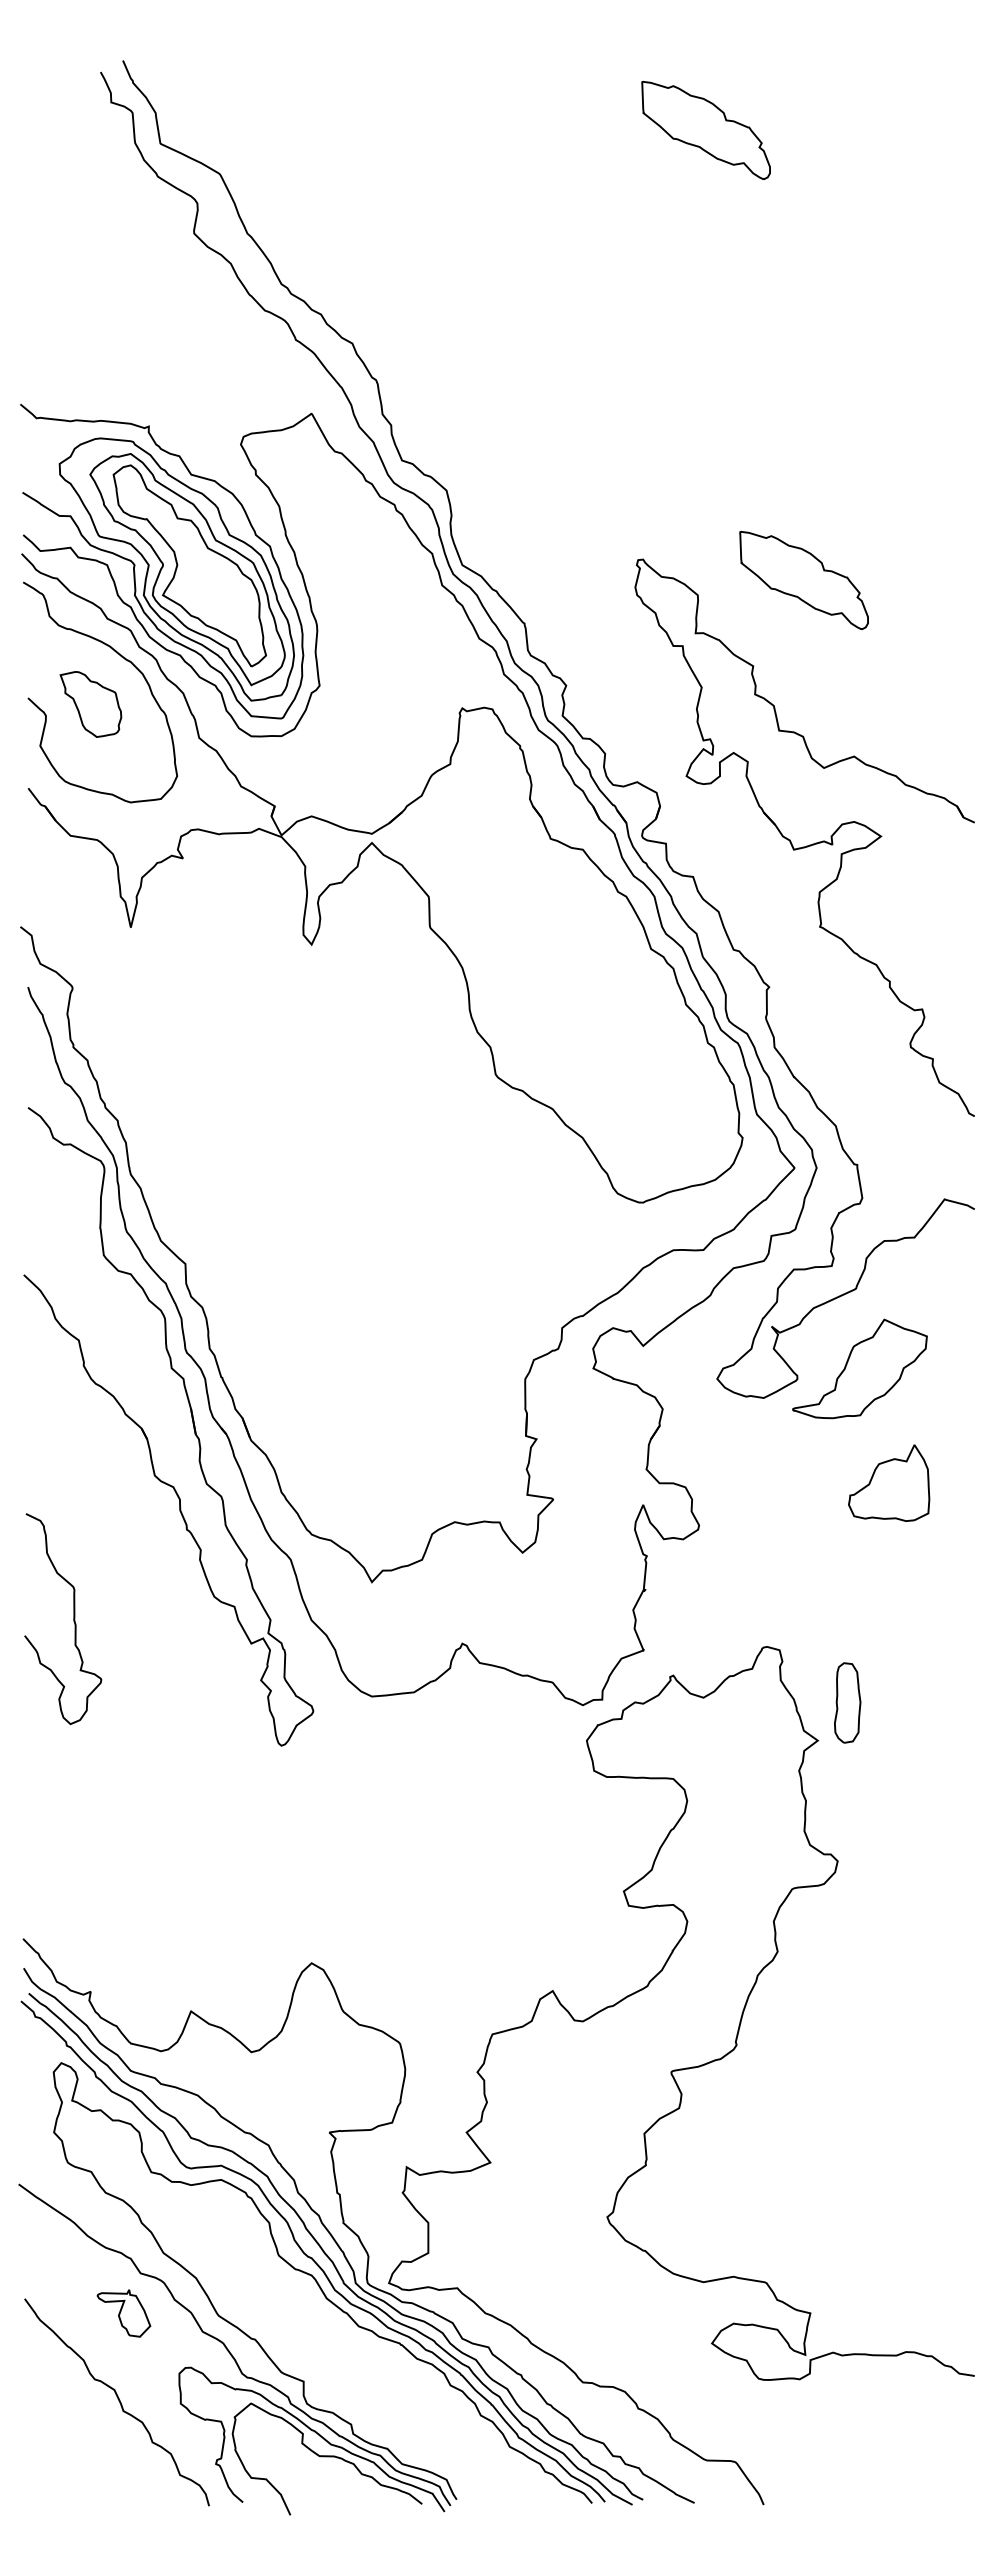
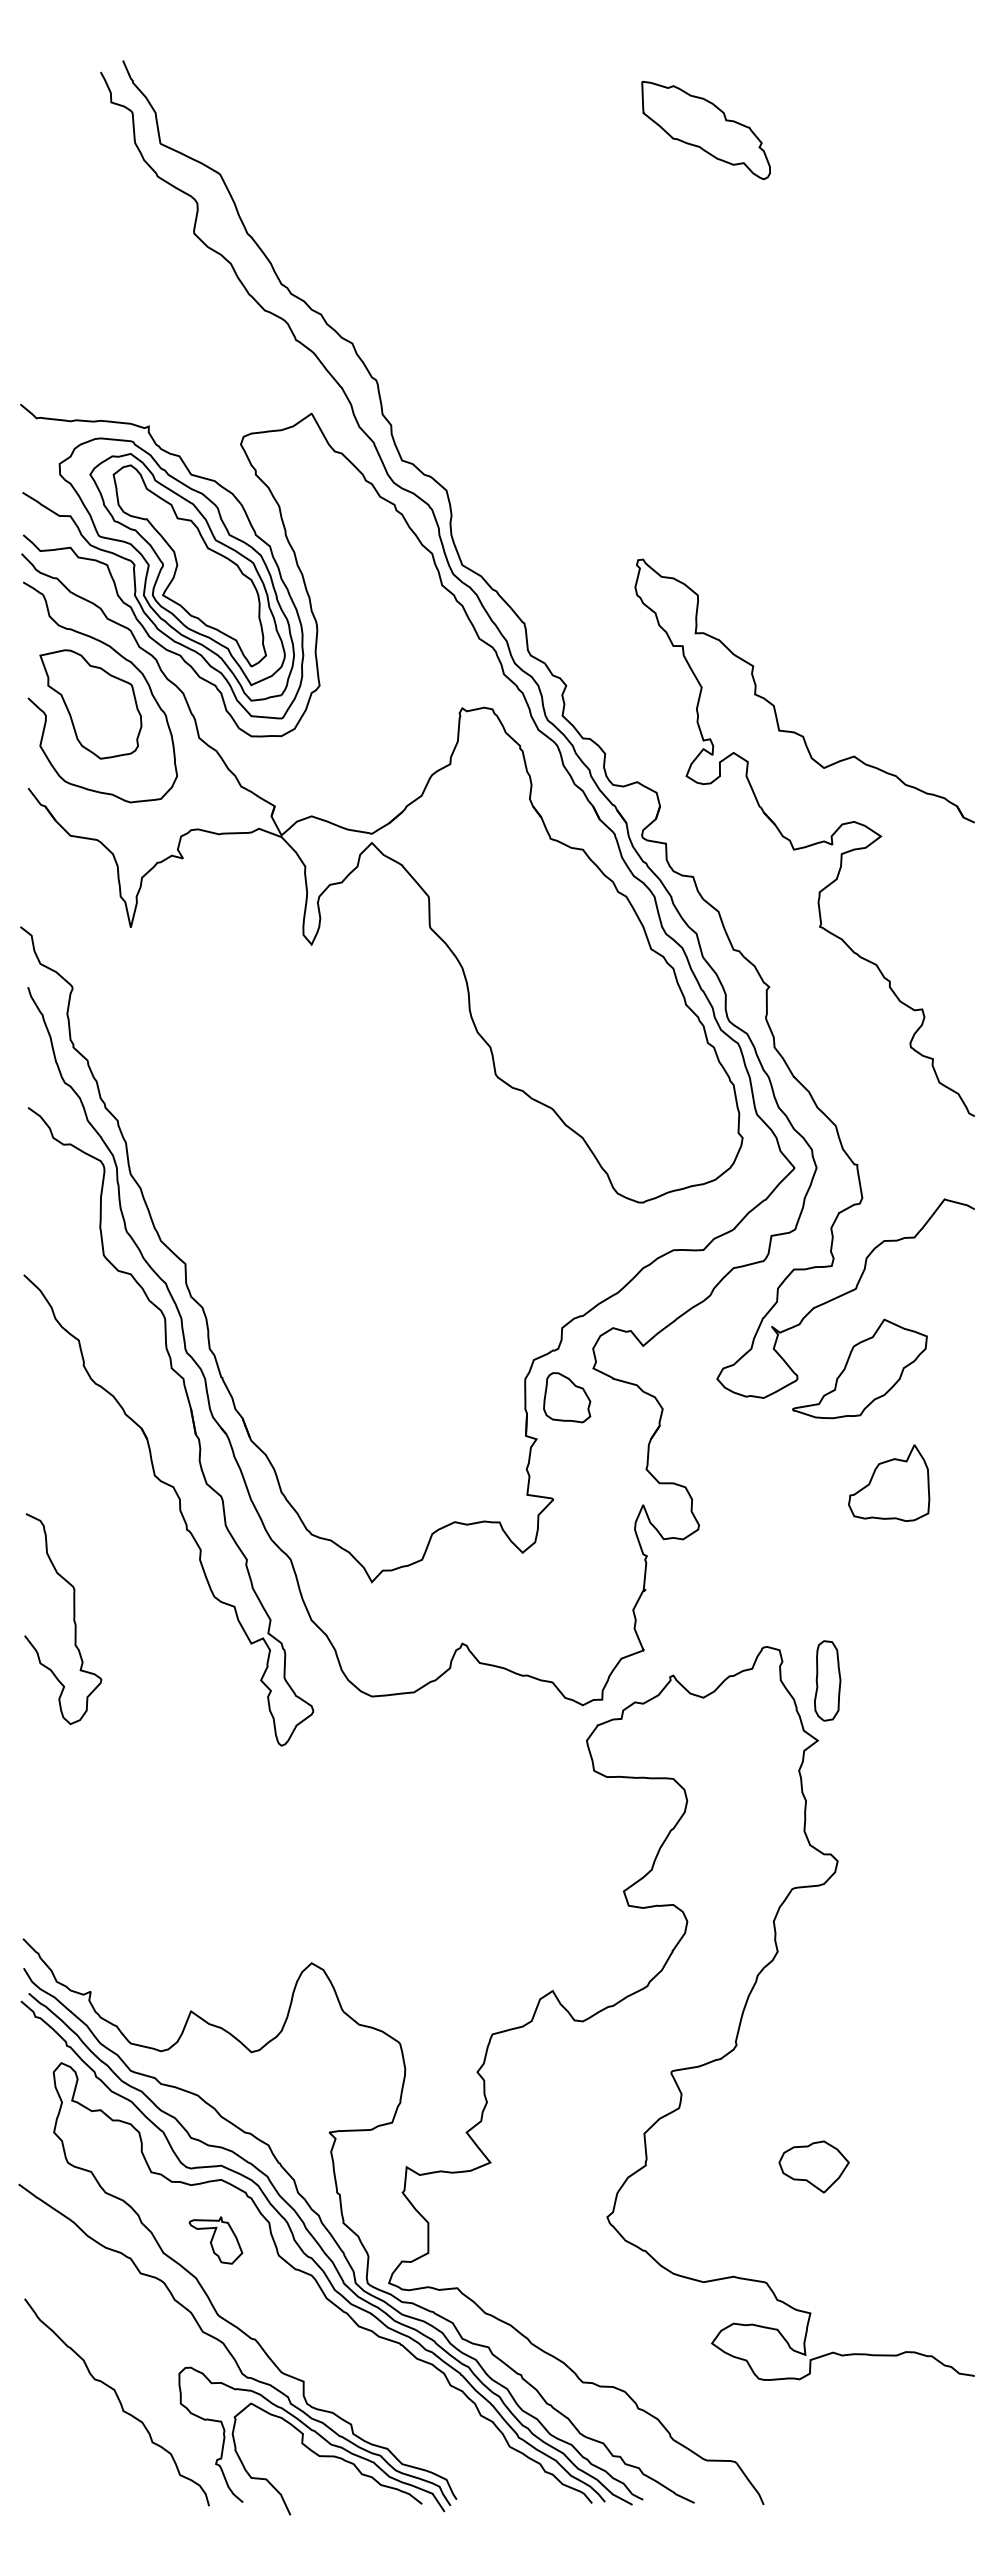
part at (803, 579): present -> none
part at (90, 704) size: 64x67 px -> 104x111 px
part at (567, 1397): none -> present
part at (847, 1702) position: (847, 1702) -> (827, 1680)
part at (813, 2166): none -> present
part at (123, 2313) position: (123, 2313) -> (215, 2240)
